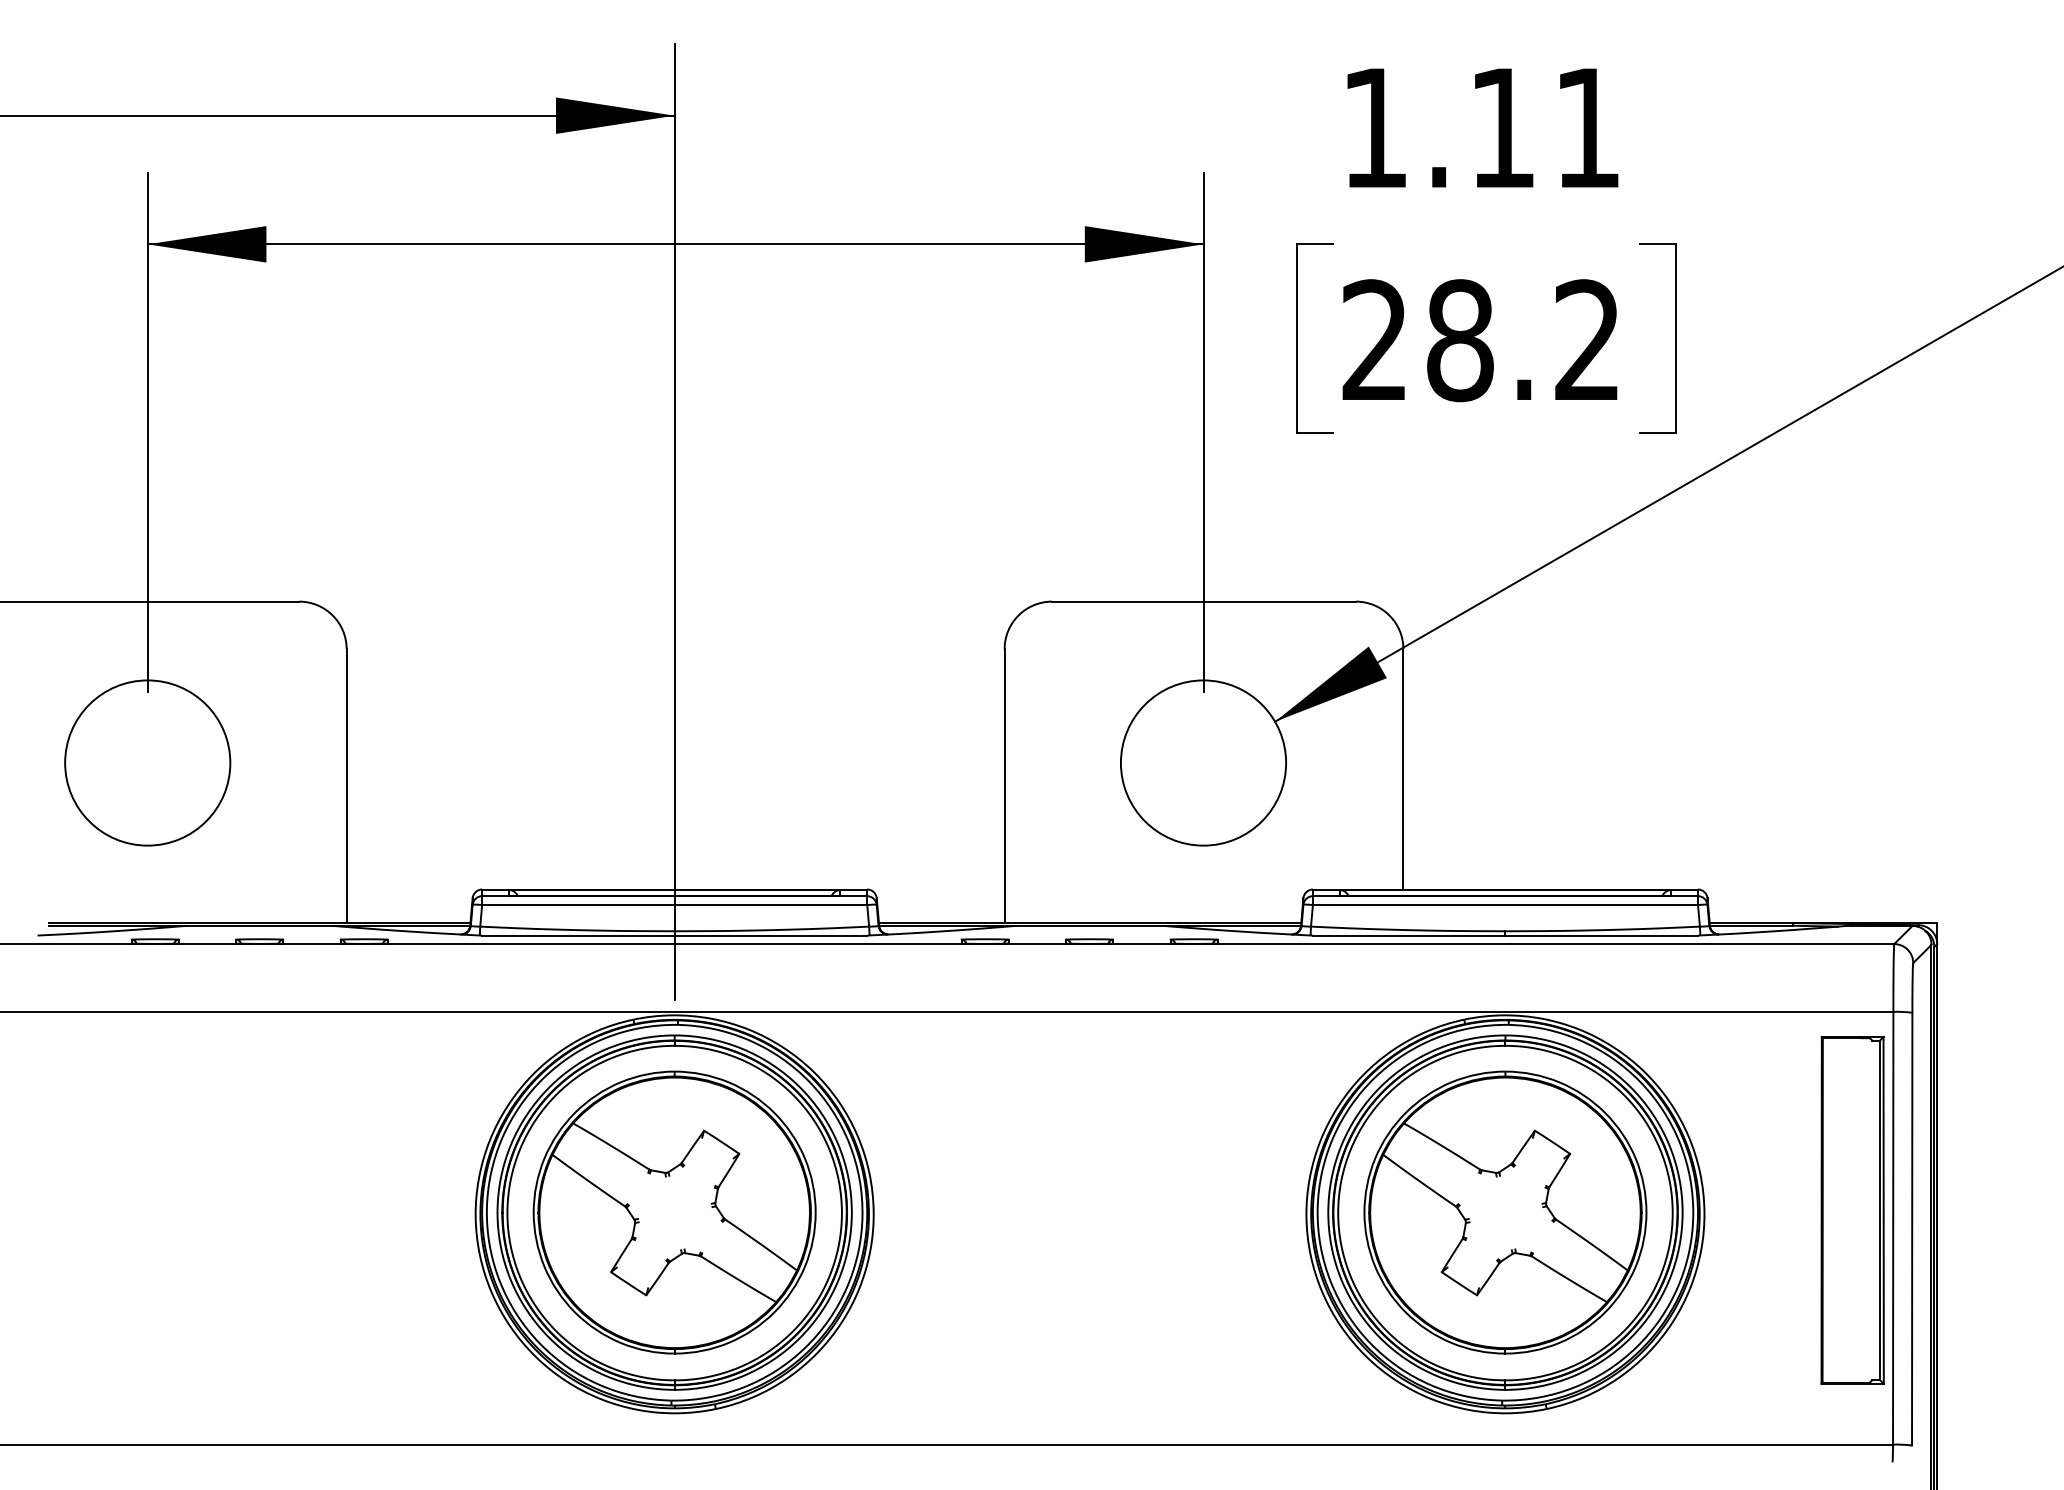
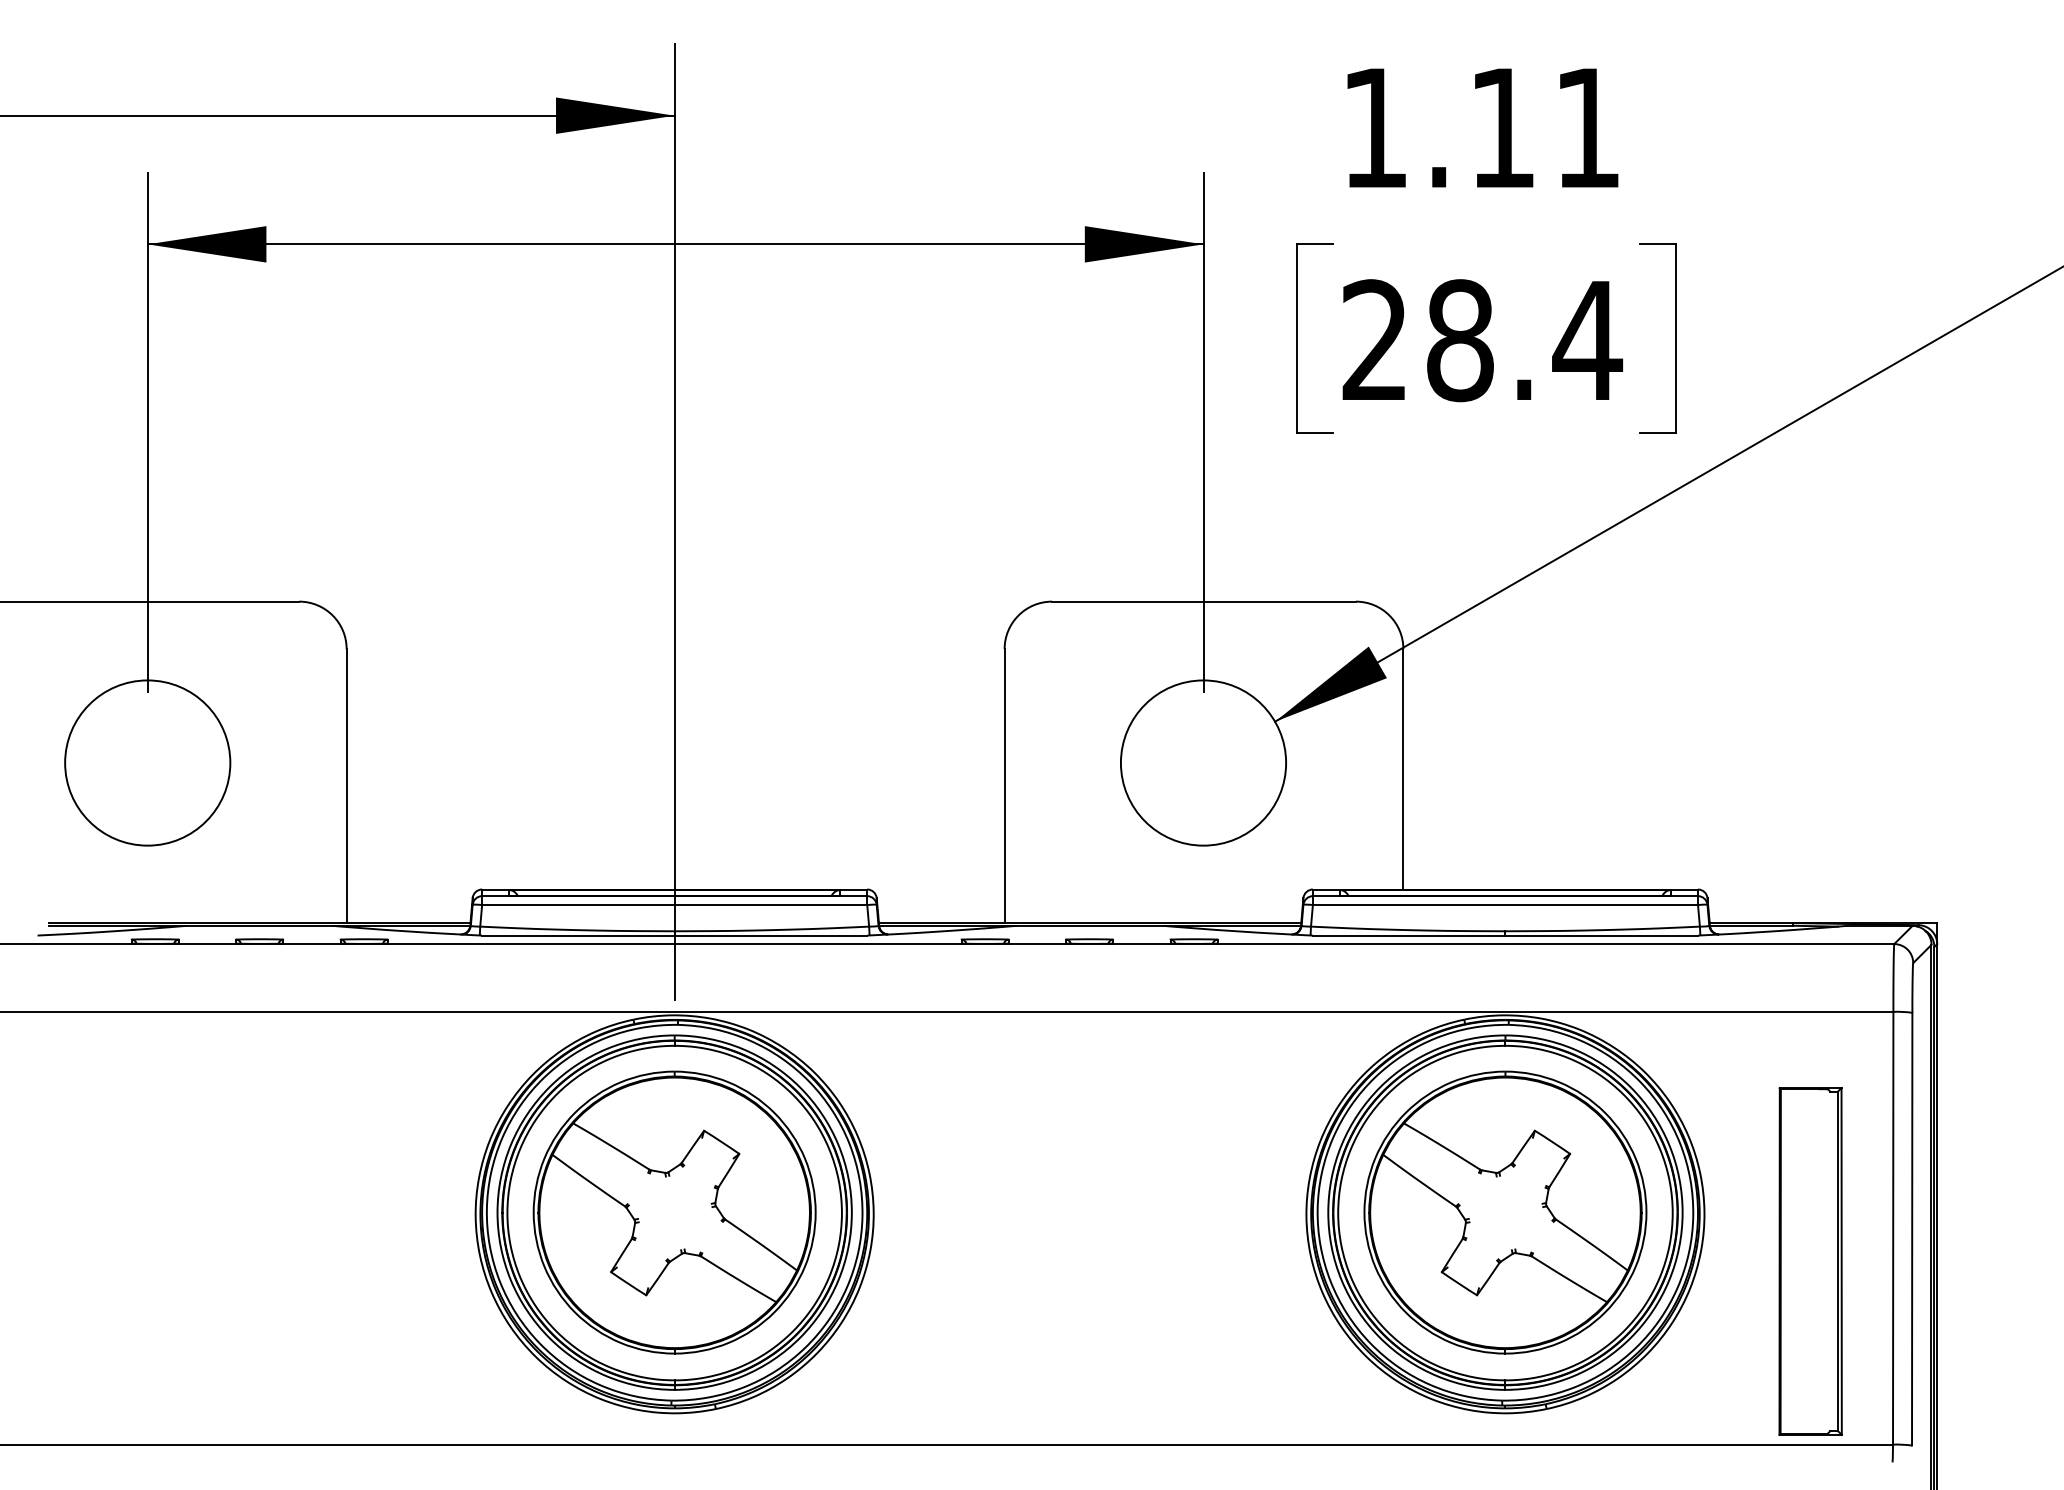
text at (1587, 339): 28.2 -> 28.4
part at (1852, 1210) position: (1852, 1210) -> (1810, 1261)
